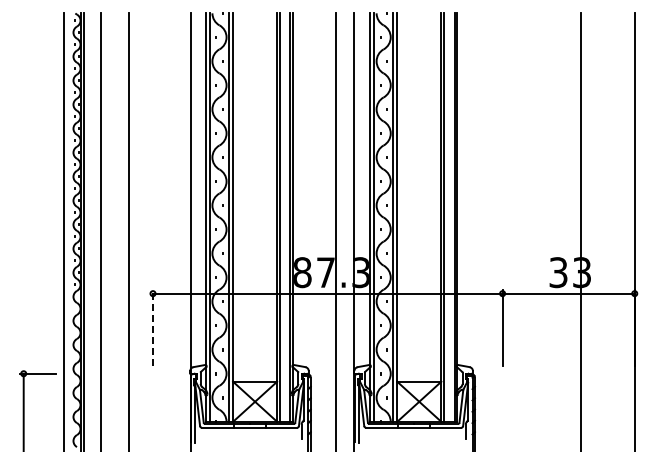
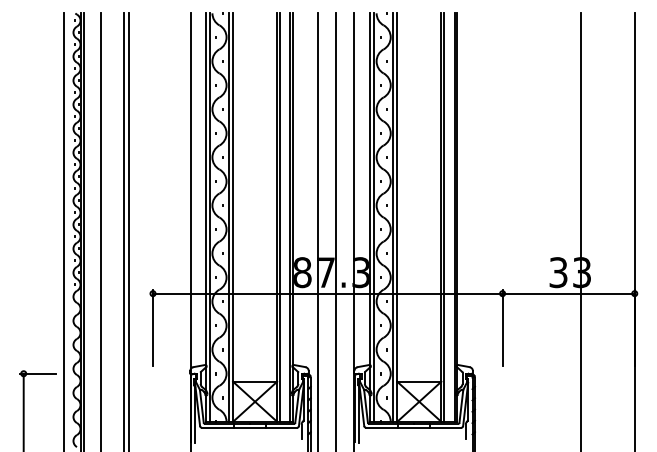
line at (124, 230): none -> present
line at (317, 230): none -> present
line at (153, 327): dashed -> solid
